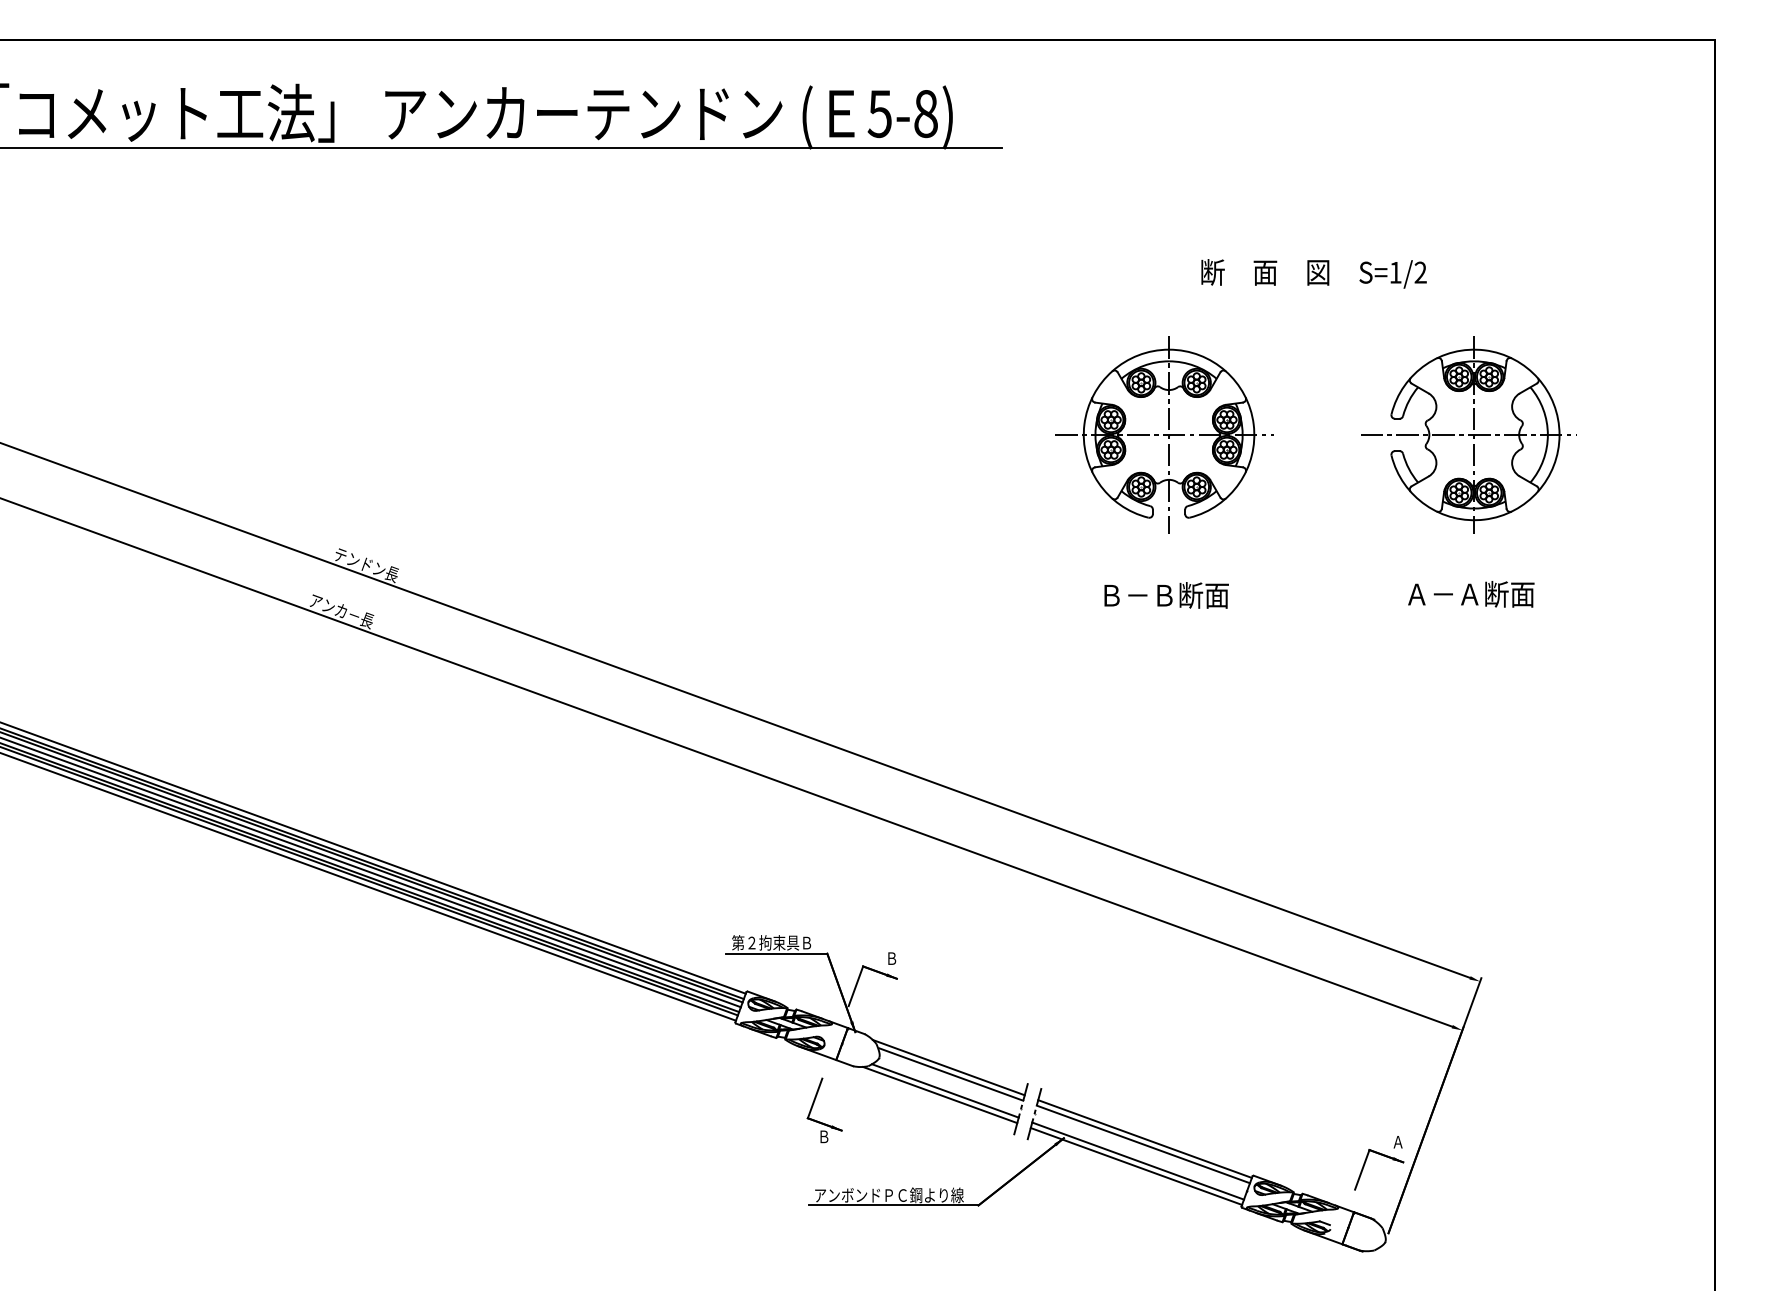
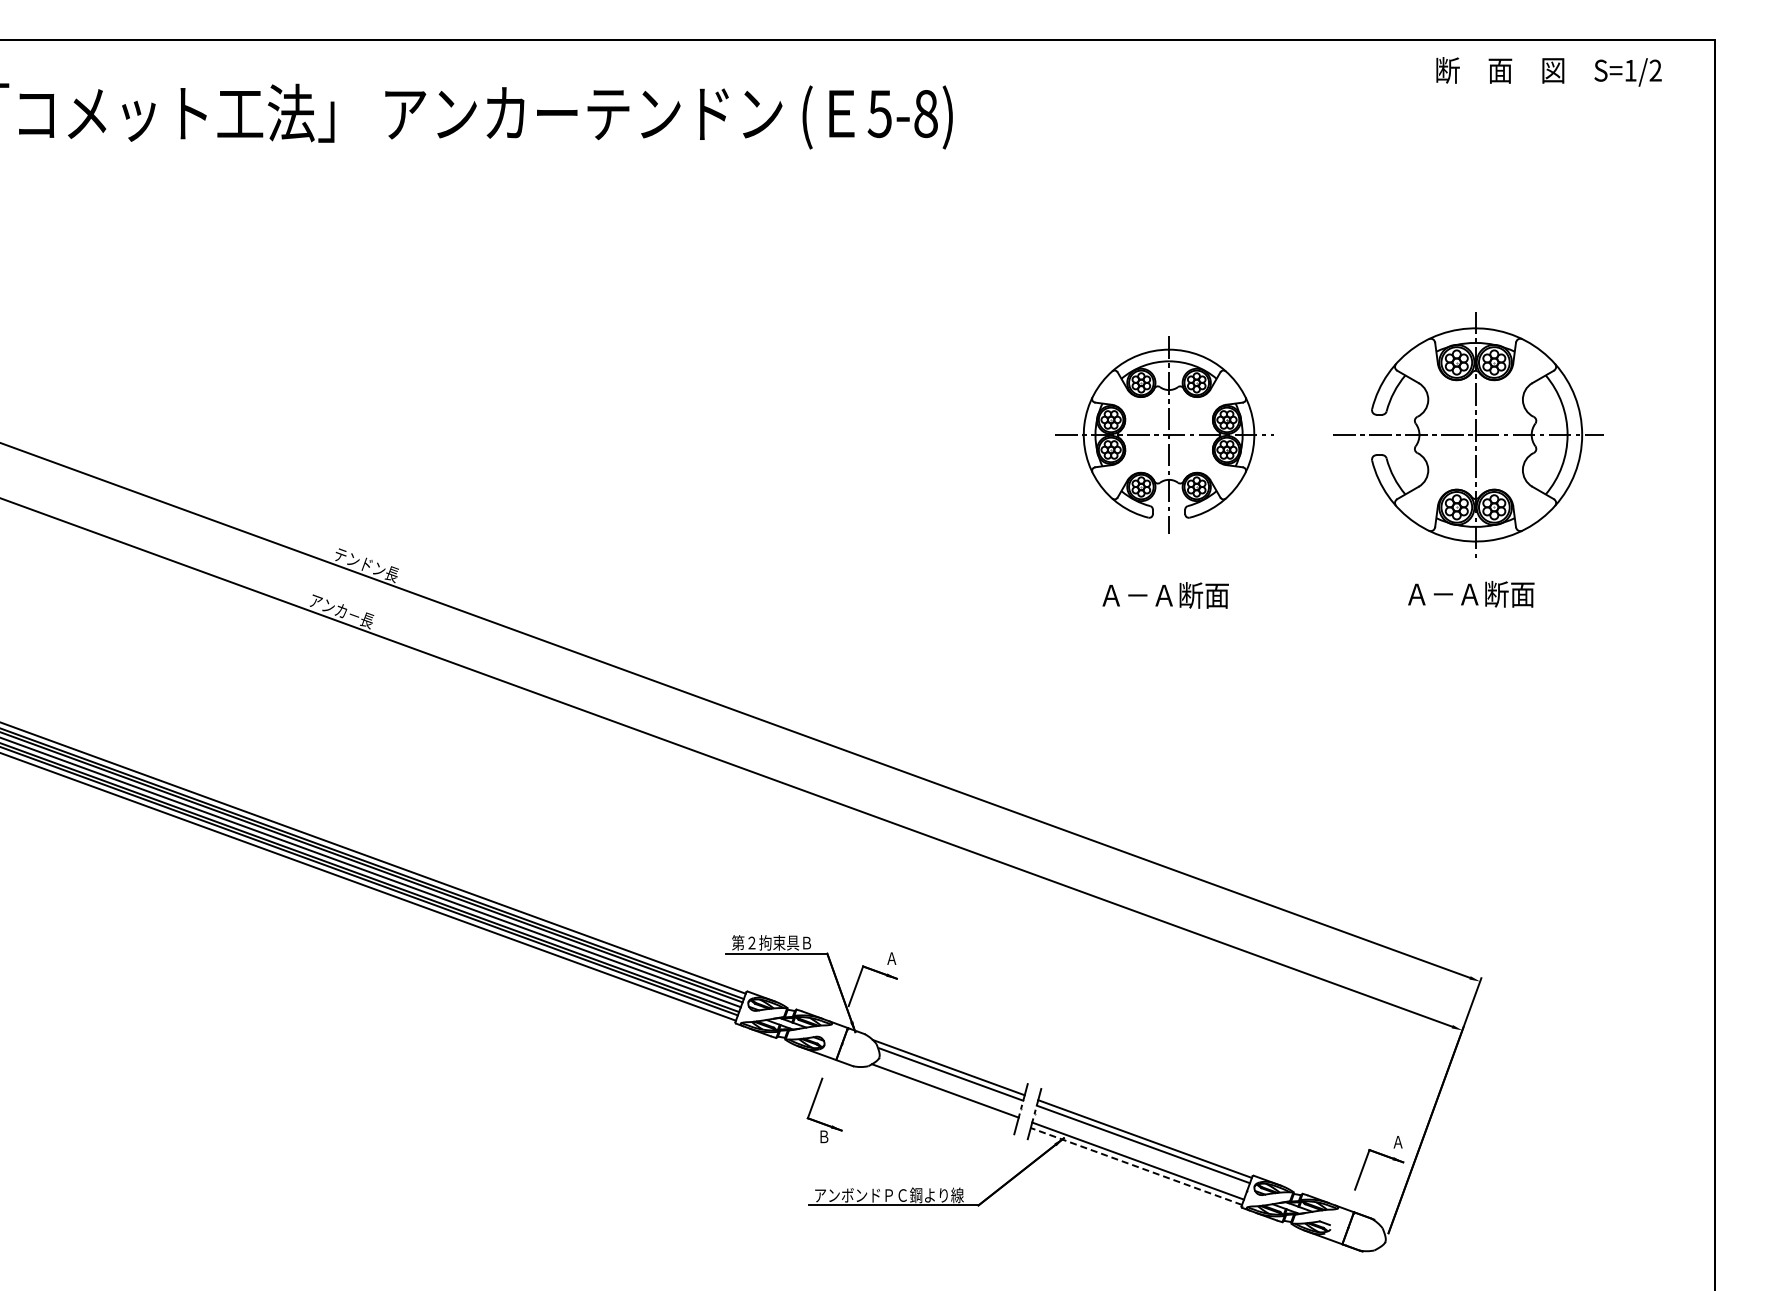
line at (502, 148): present -> none
text at (1313, 273) position: (1313, 273) -> (1548, 71)
part at (1468, 434) size: 216x198 px -> 271x246 px
text at (1137, 595): Ｂ－Ｂ断面 -> Ａ－Ａ断面
text at (891, 958): Ｂ -> Ａ
line at (940, 1094): present -> none
line at (1135, 1166): solid -> dashed
